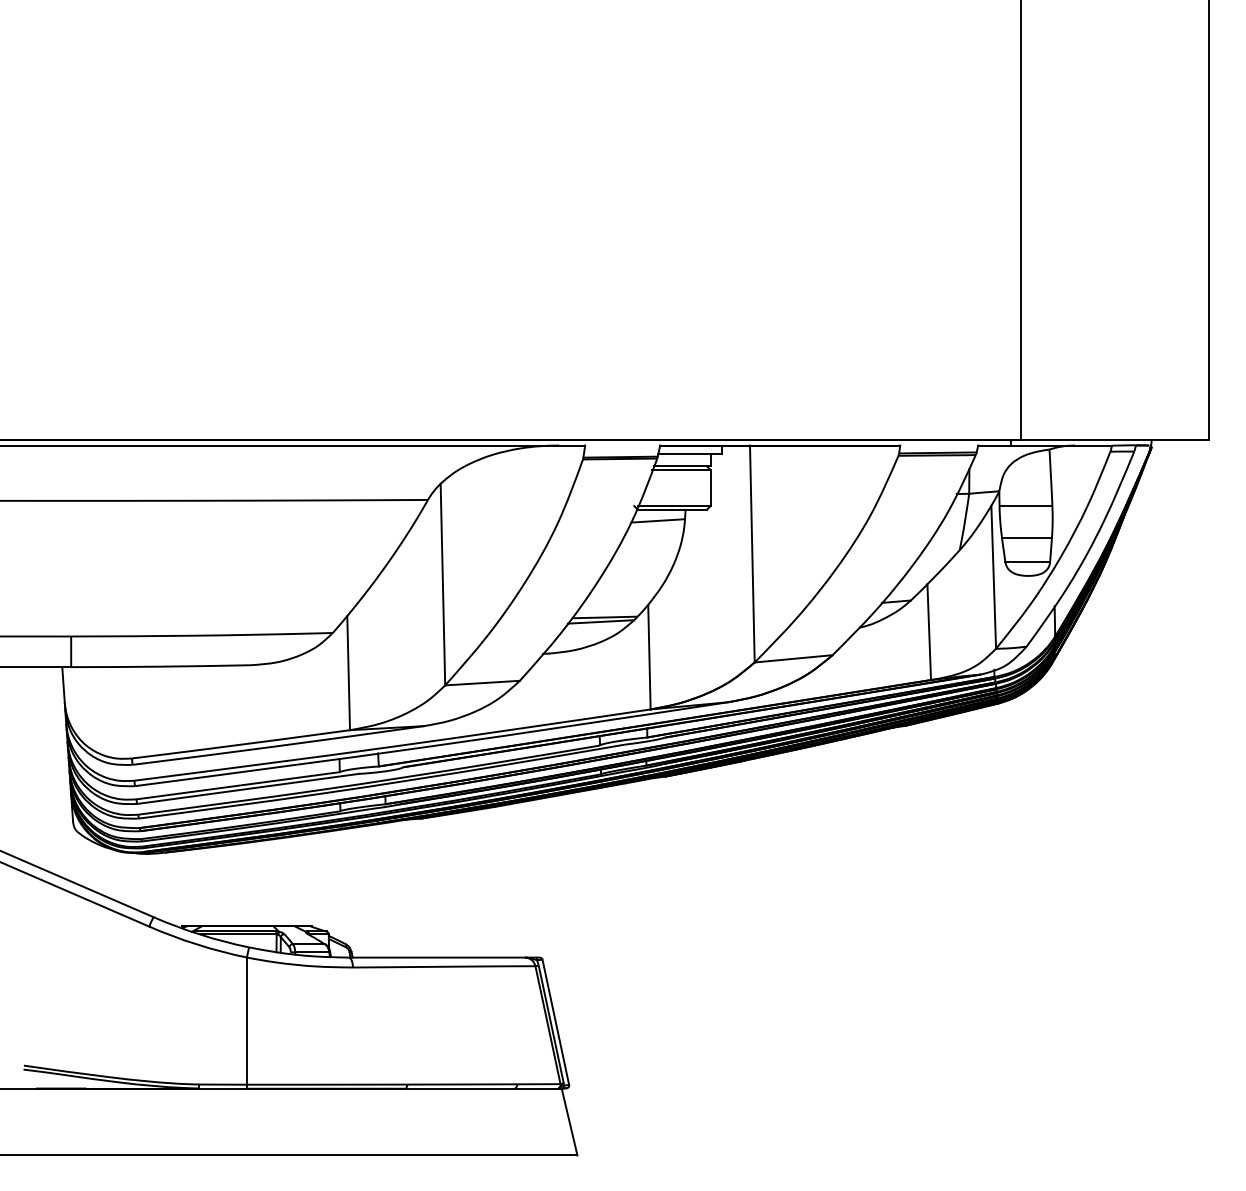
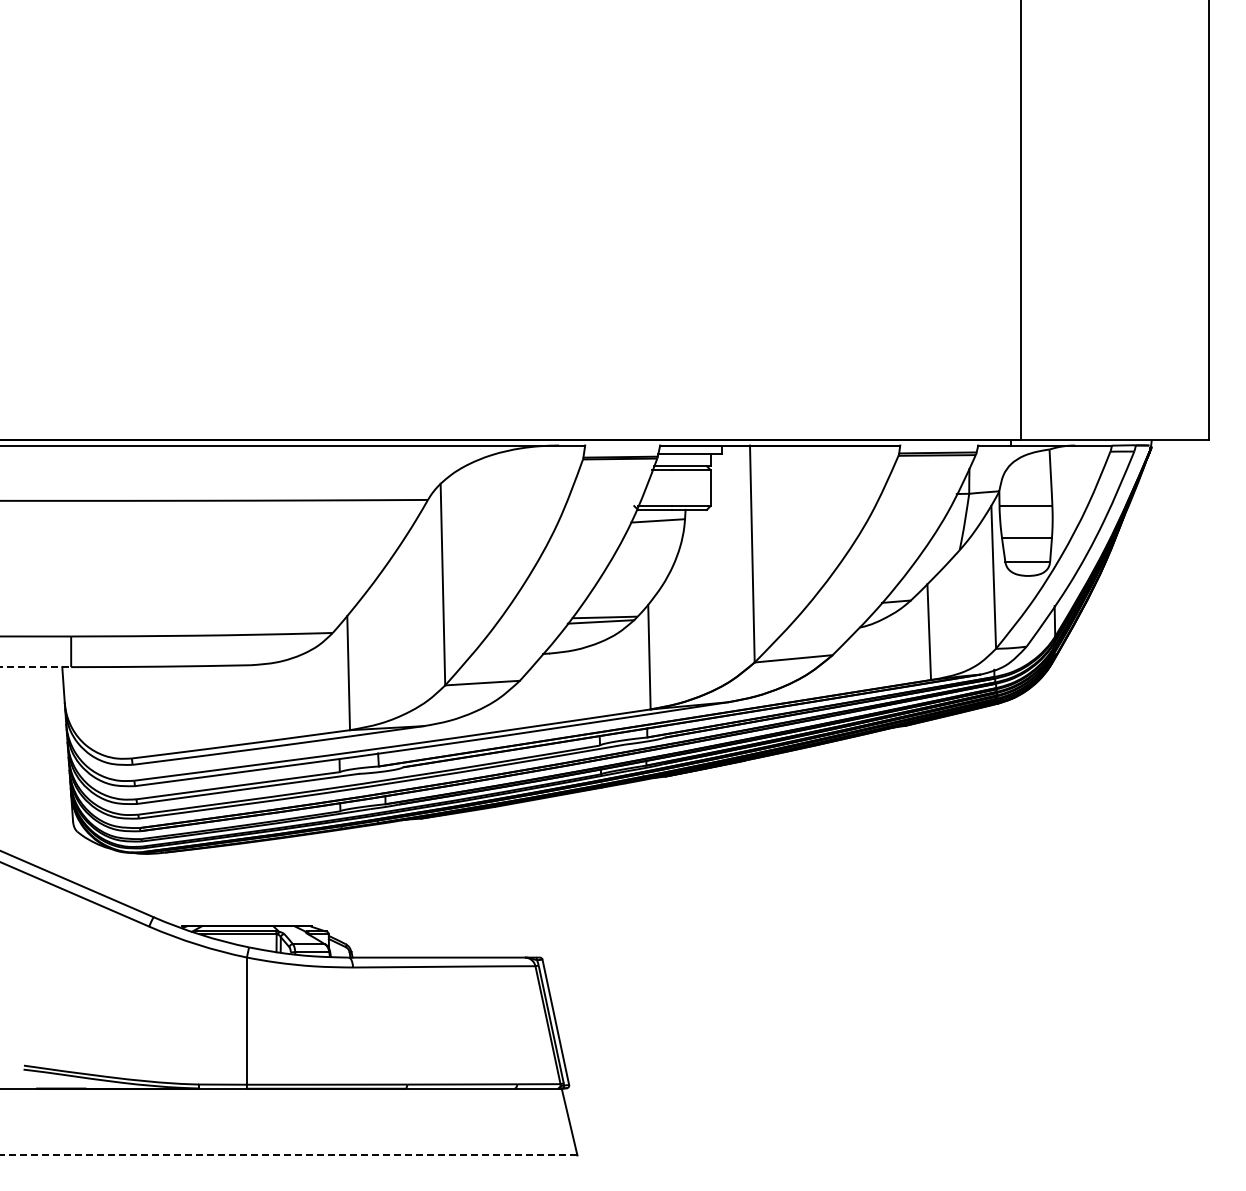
line at (36, 667): solid -> dashed
line at (288, 1155): solid -> dashed
